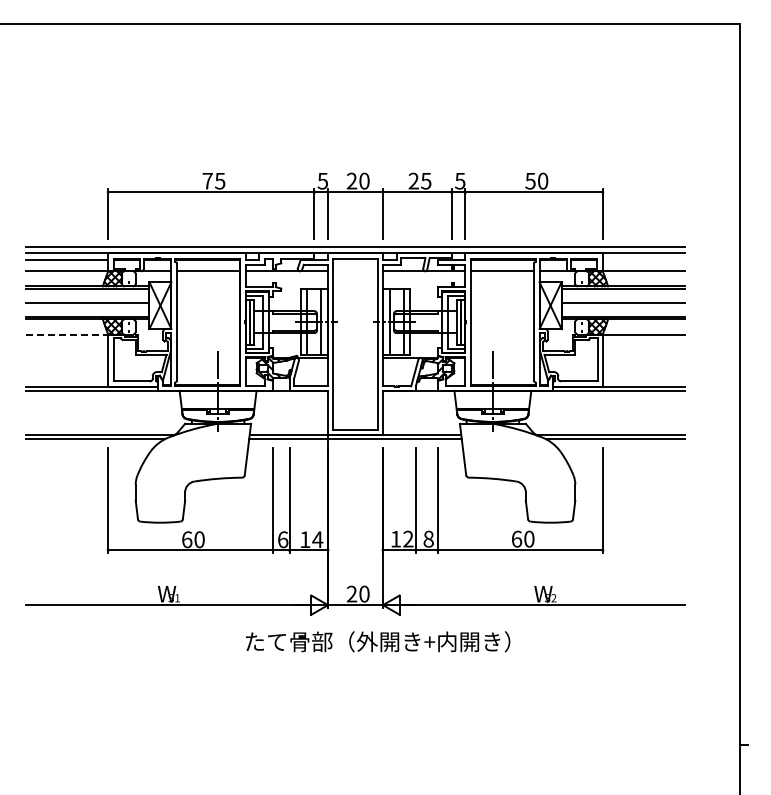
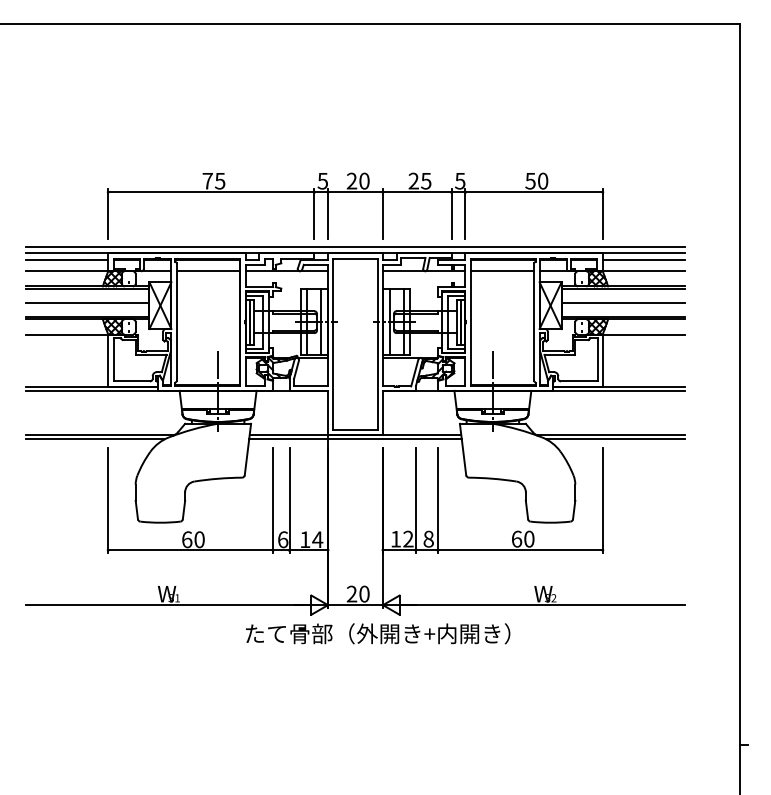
line at (643, 259): none -> present
line at (67, 334): dashed -> solid
text at (378, 641) position: (378, 641) -> (378, 633)
